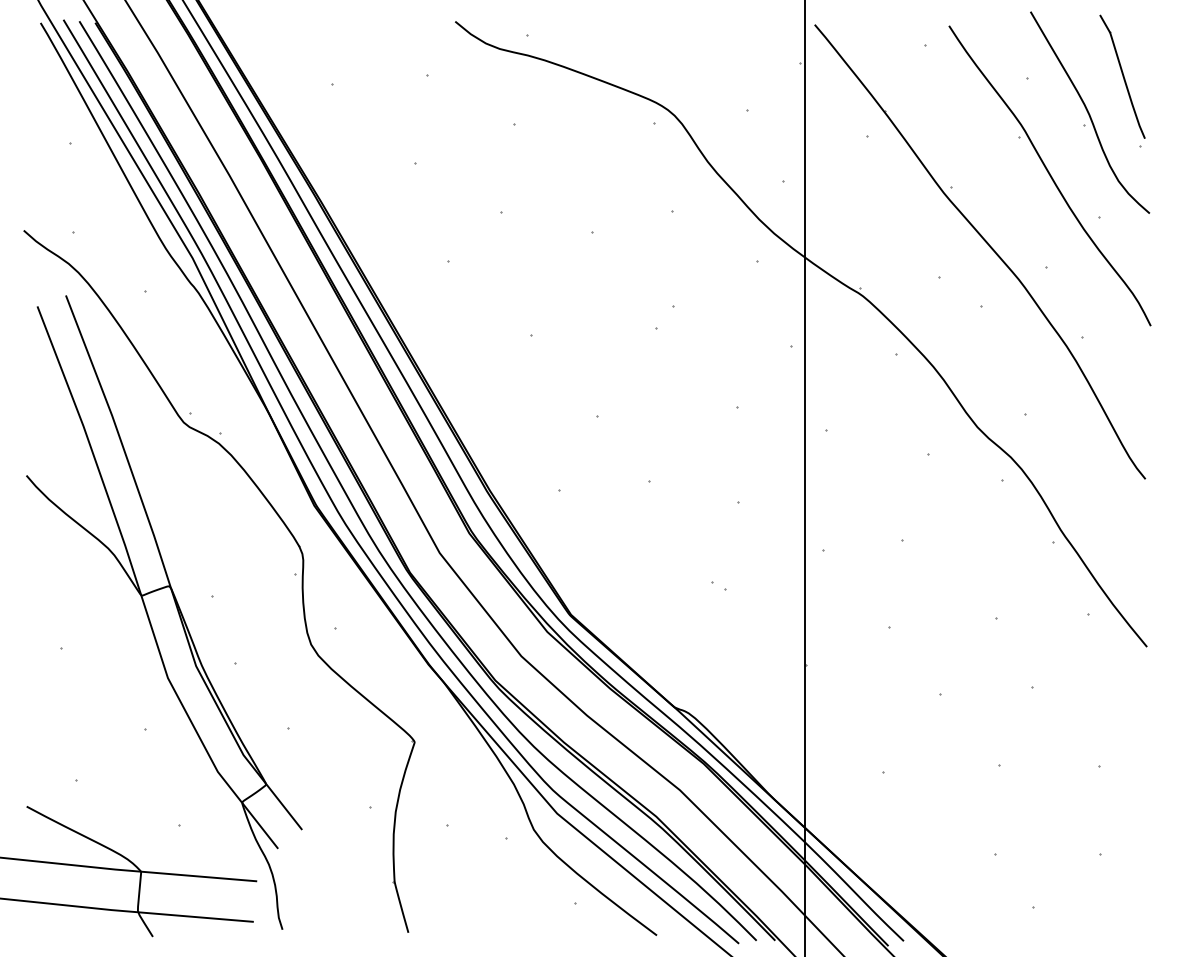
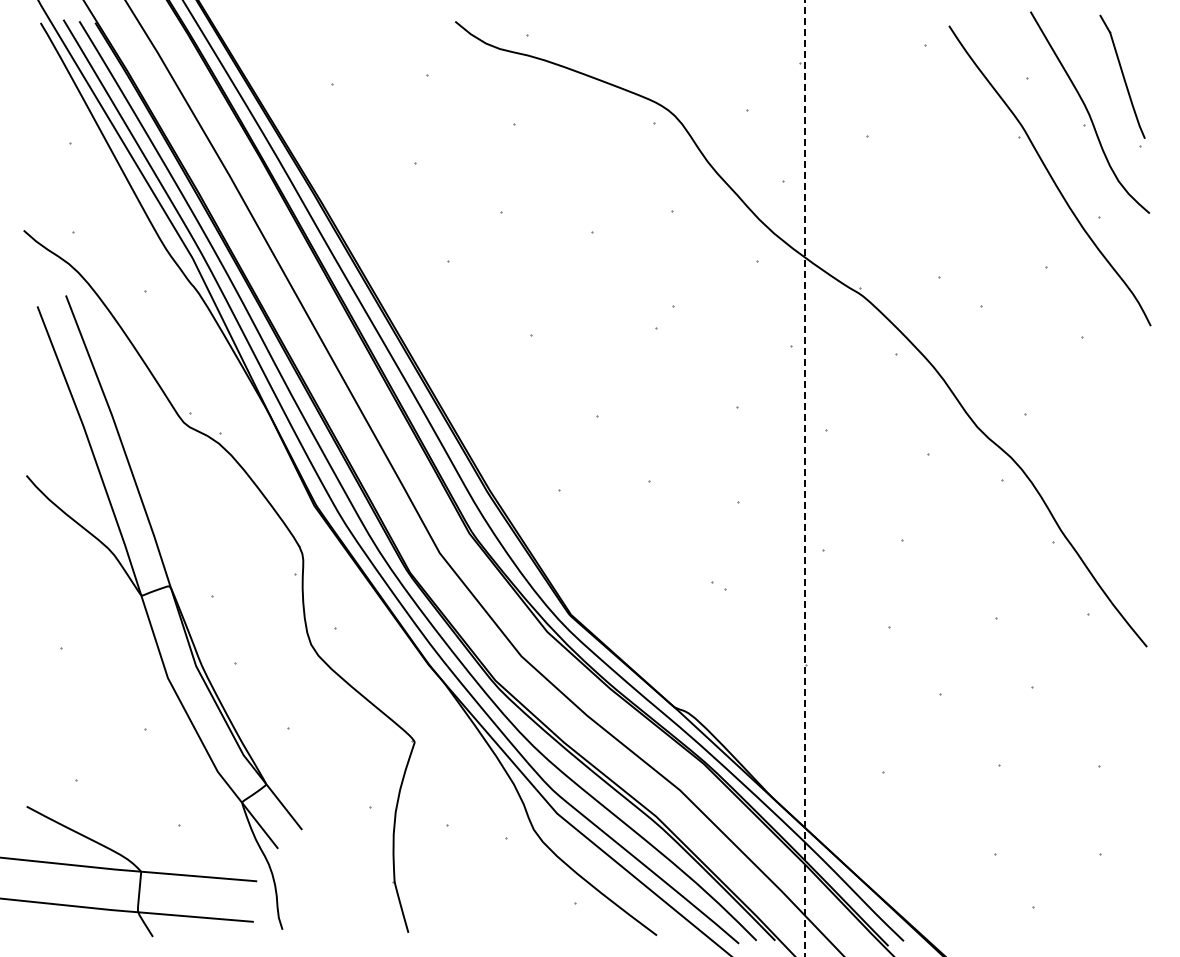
part at (989, 247): present -> none
line at (804, 478): solid -> dashed
